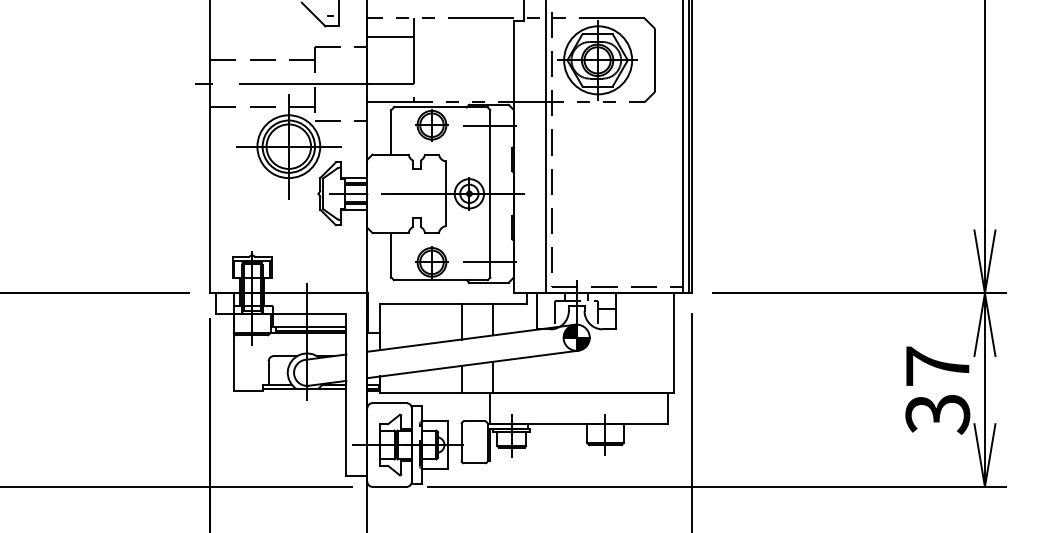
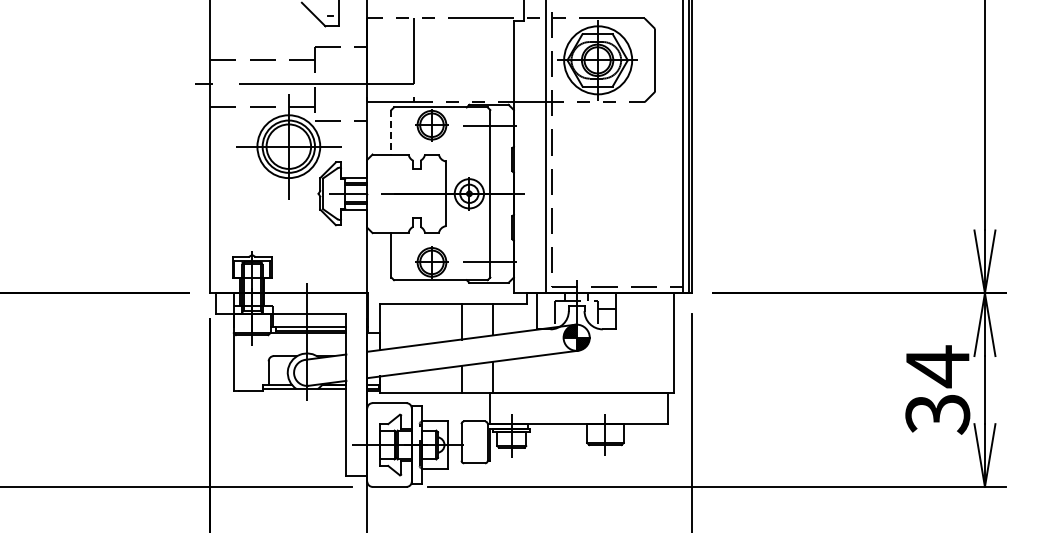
line at (390, 36): present -> none
line at (391, 132): solid -> dashed
text at (937, 366): 37 -> 34
